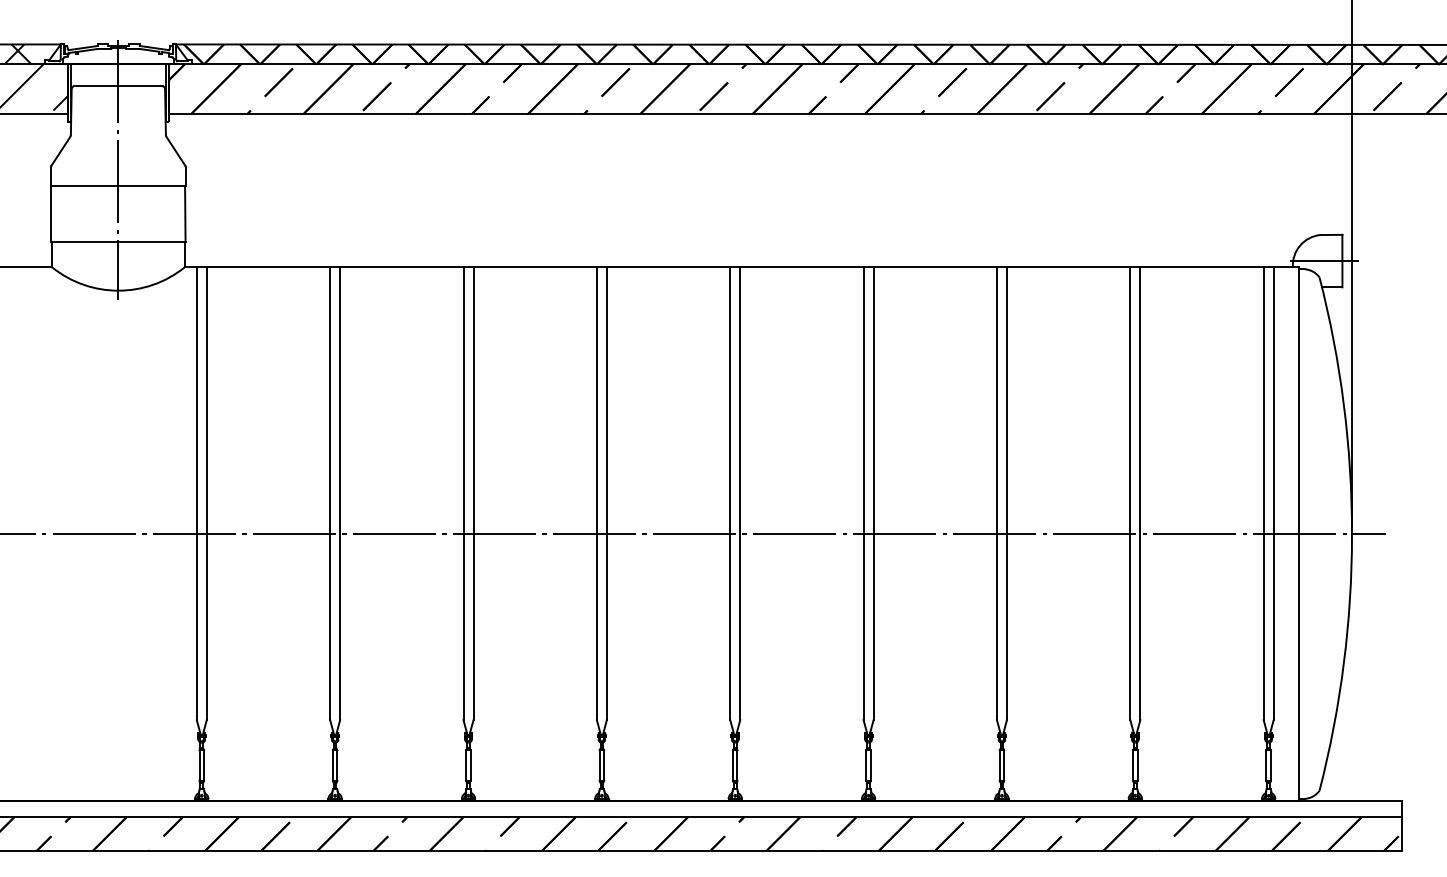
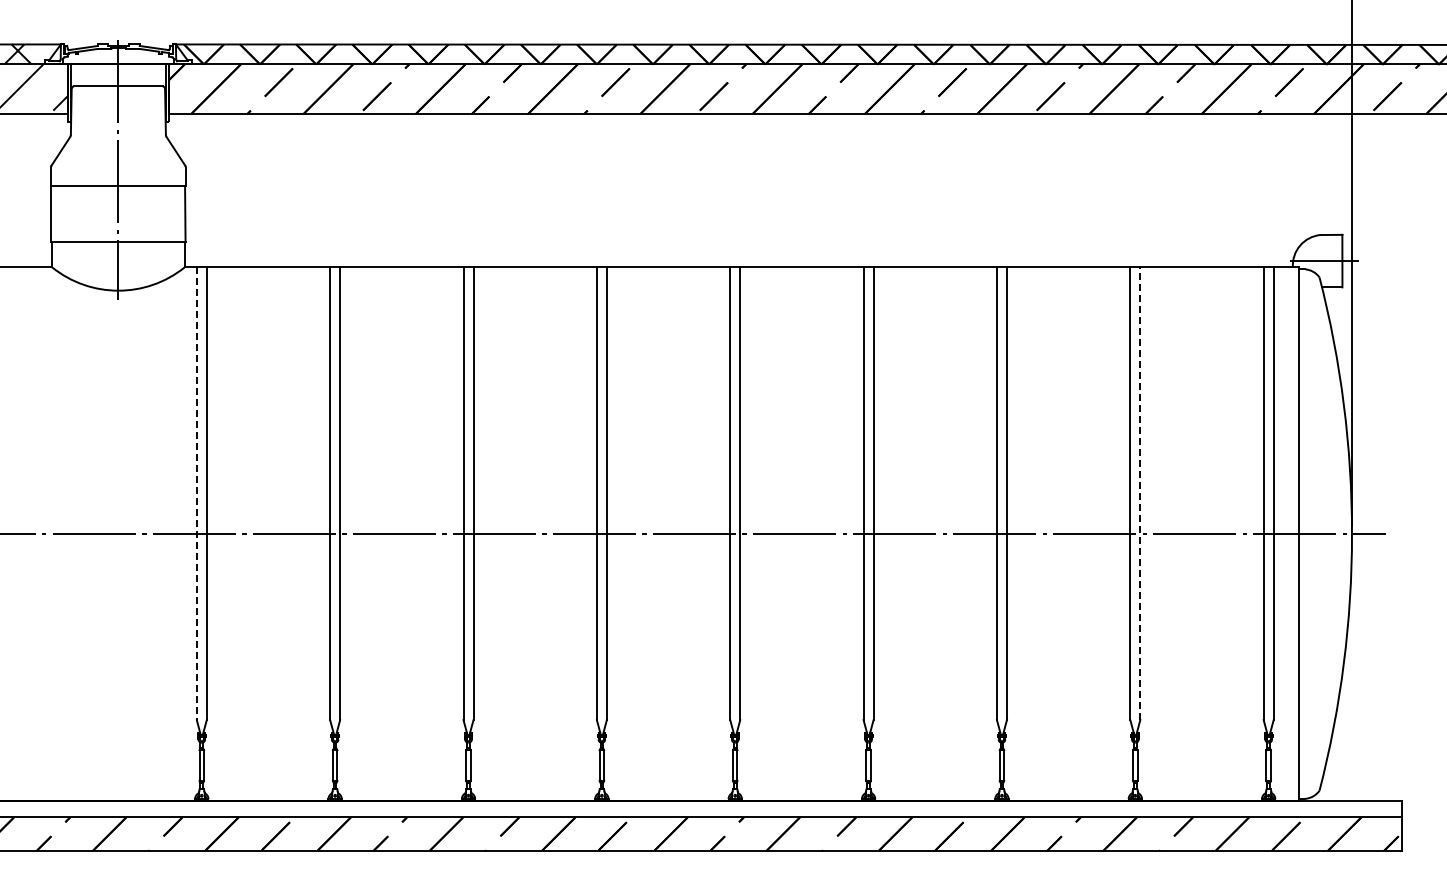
line at (1140, 493): solid -> dashed
line at (196, 494): solid -> dashed
